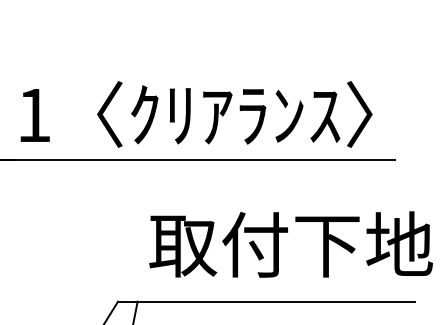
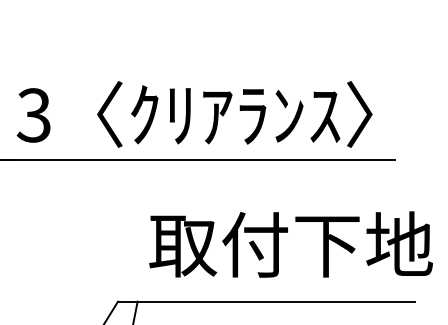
text at (33, 115): 1 -> 3
